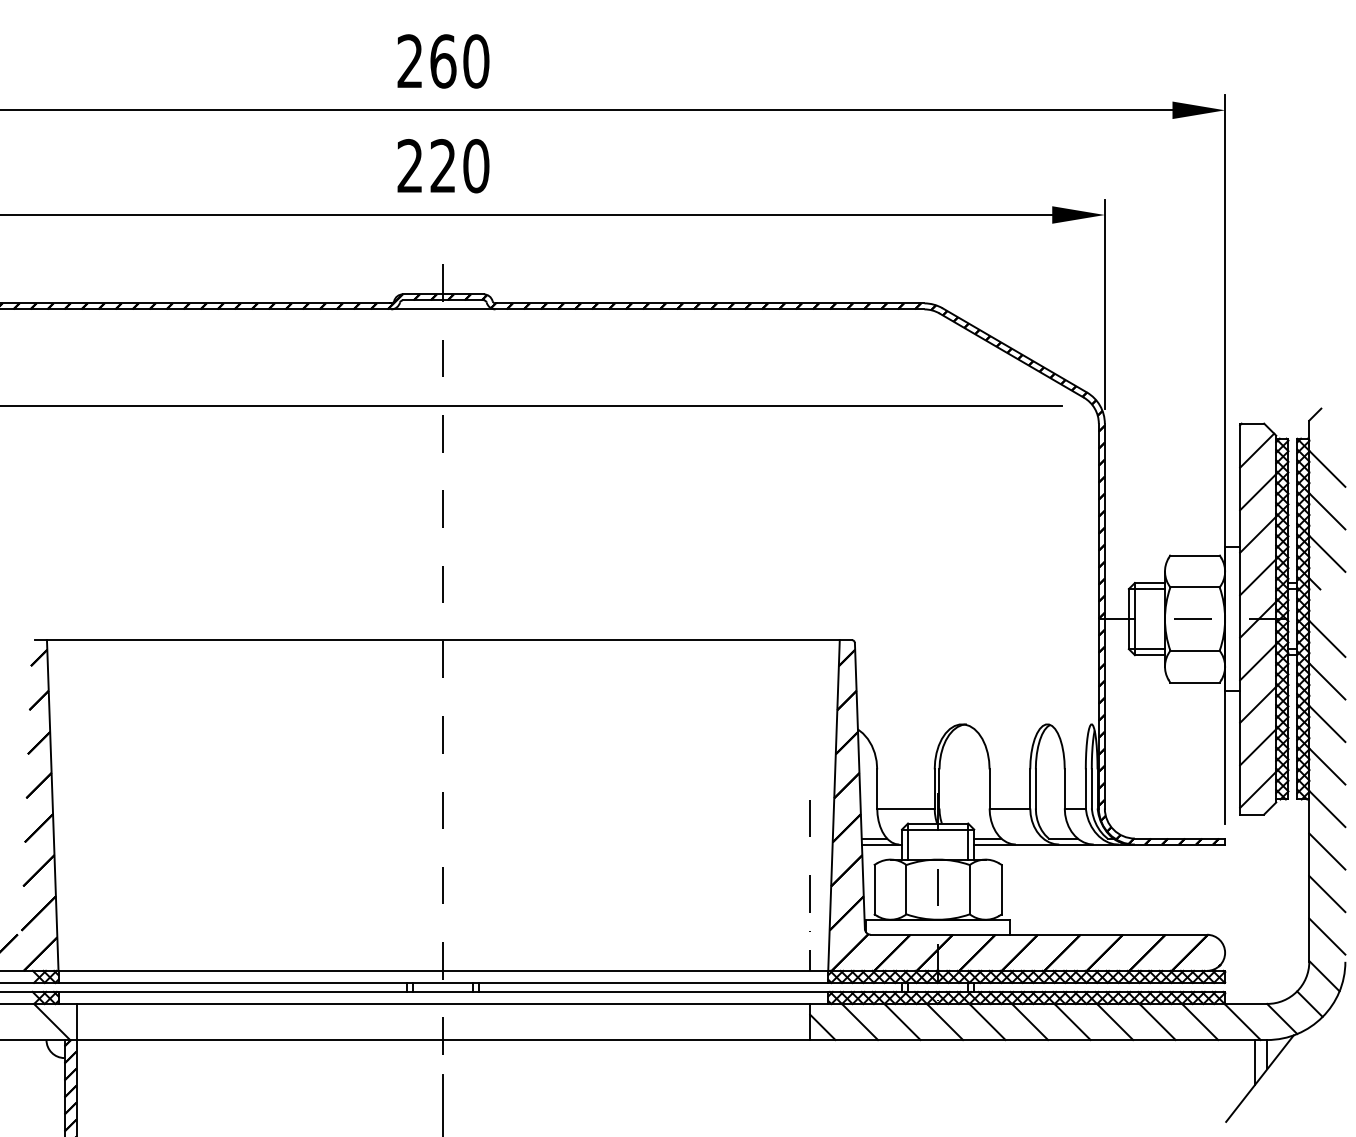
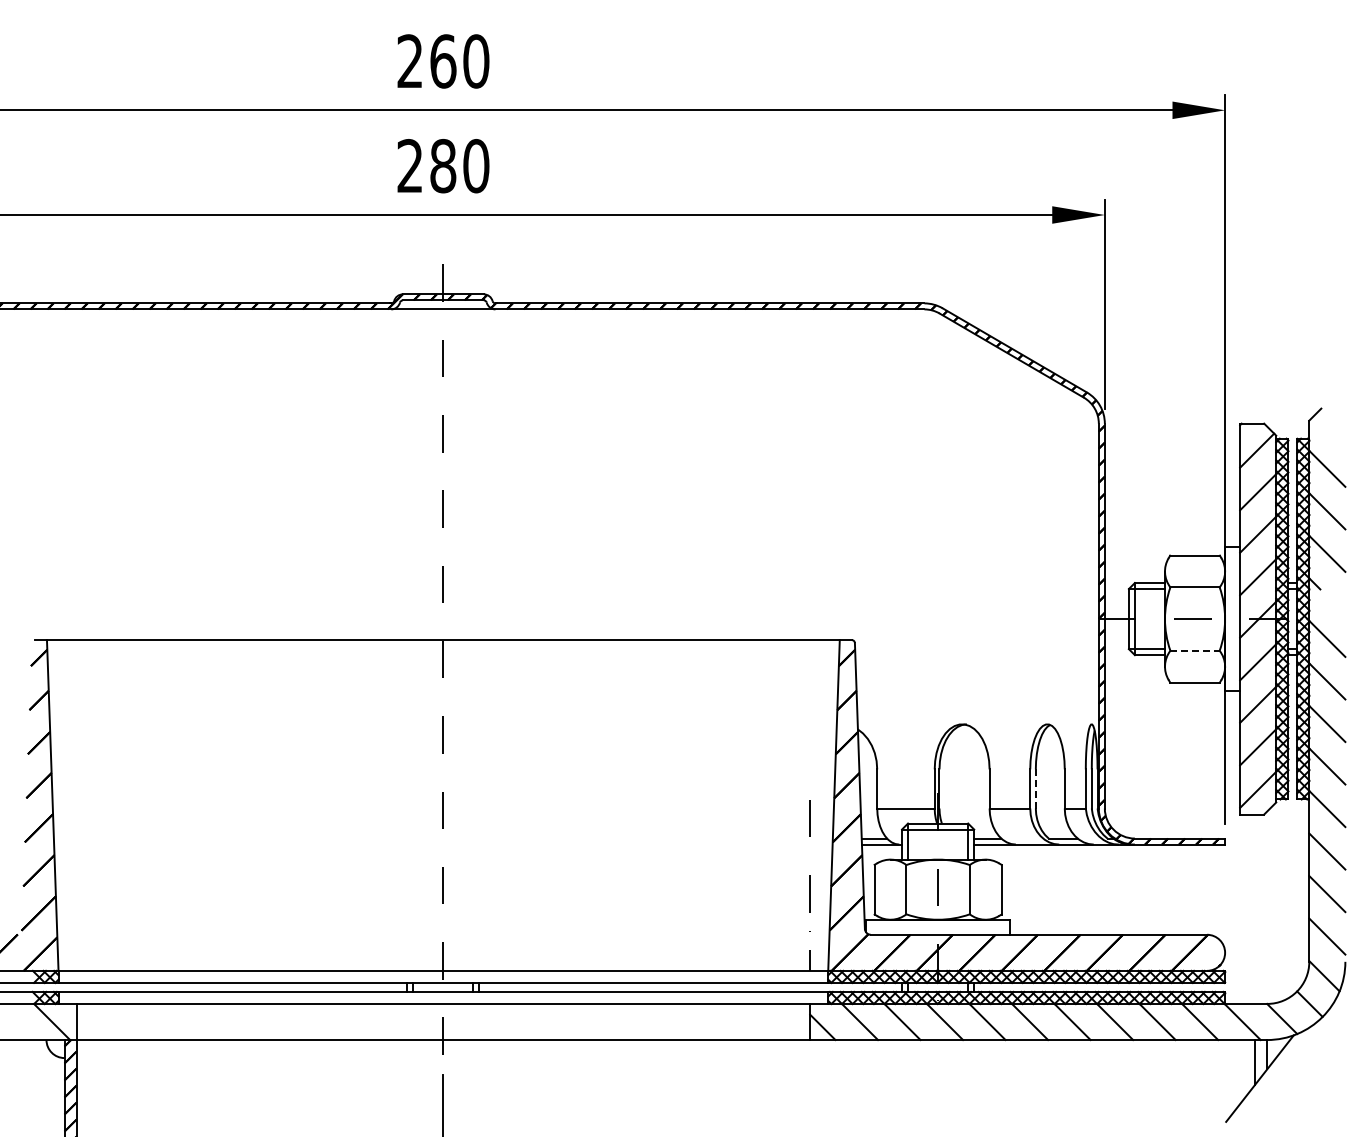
text at (443, 166): 220 -> 280
line at (531, 405): present -> none
line at (1195, 650): solid -> dashed
line at (1035, 788): solid -> dashed
